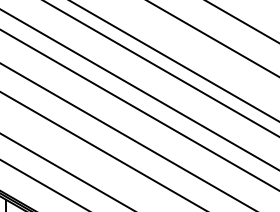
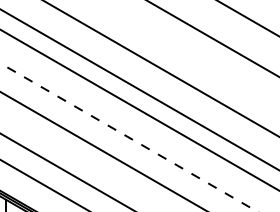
line at (242, 21) position: (242, 21) -> (248, 18)
line at (174, 61): present -> none
line at (129, 137): solid -> dashed
